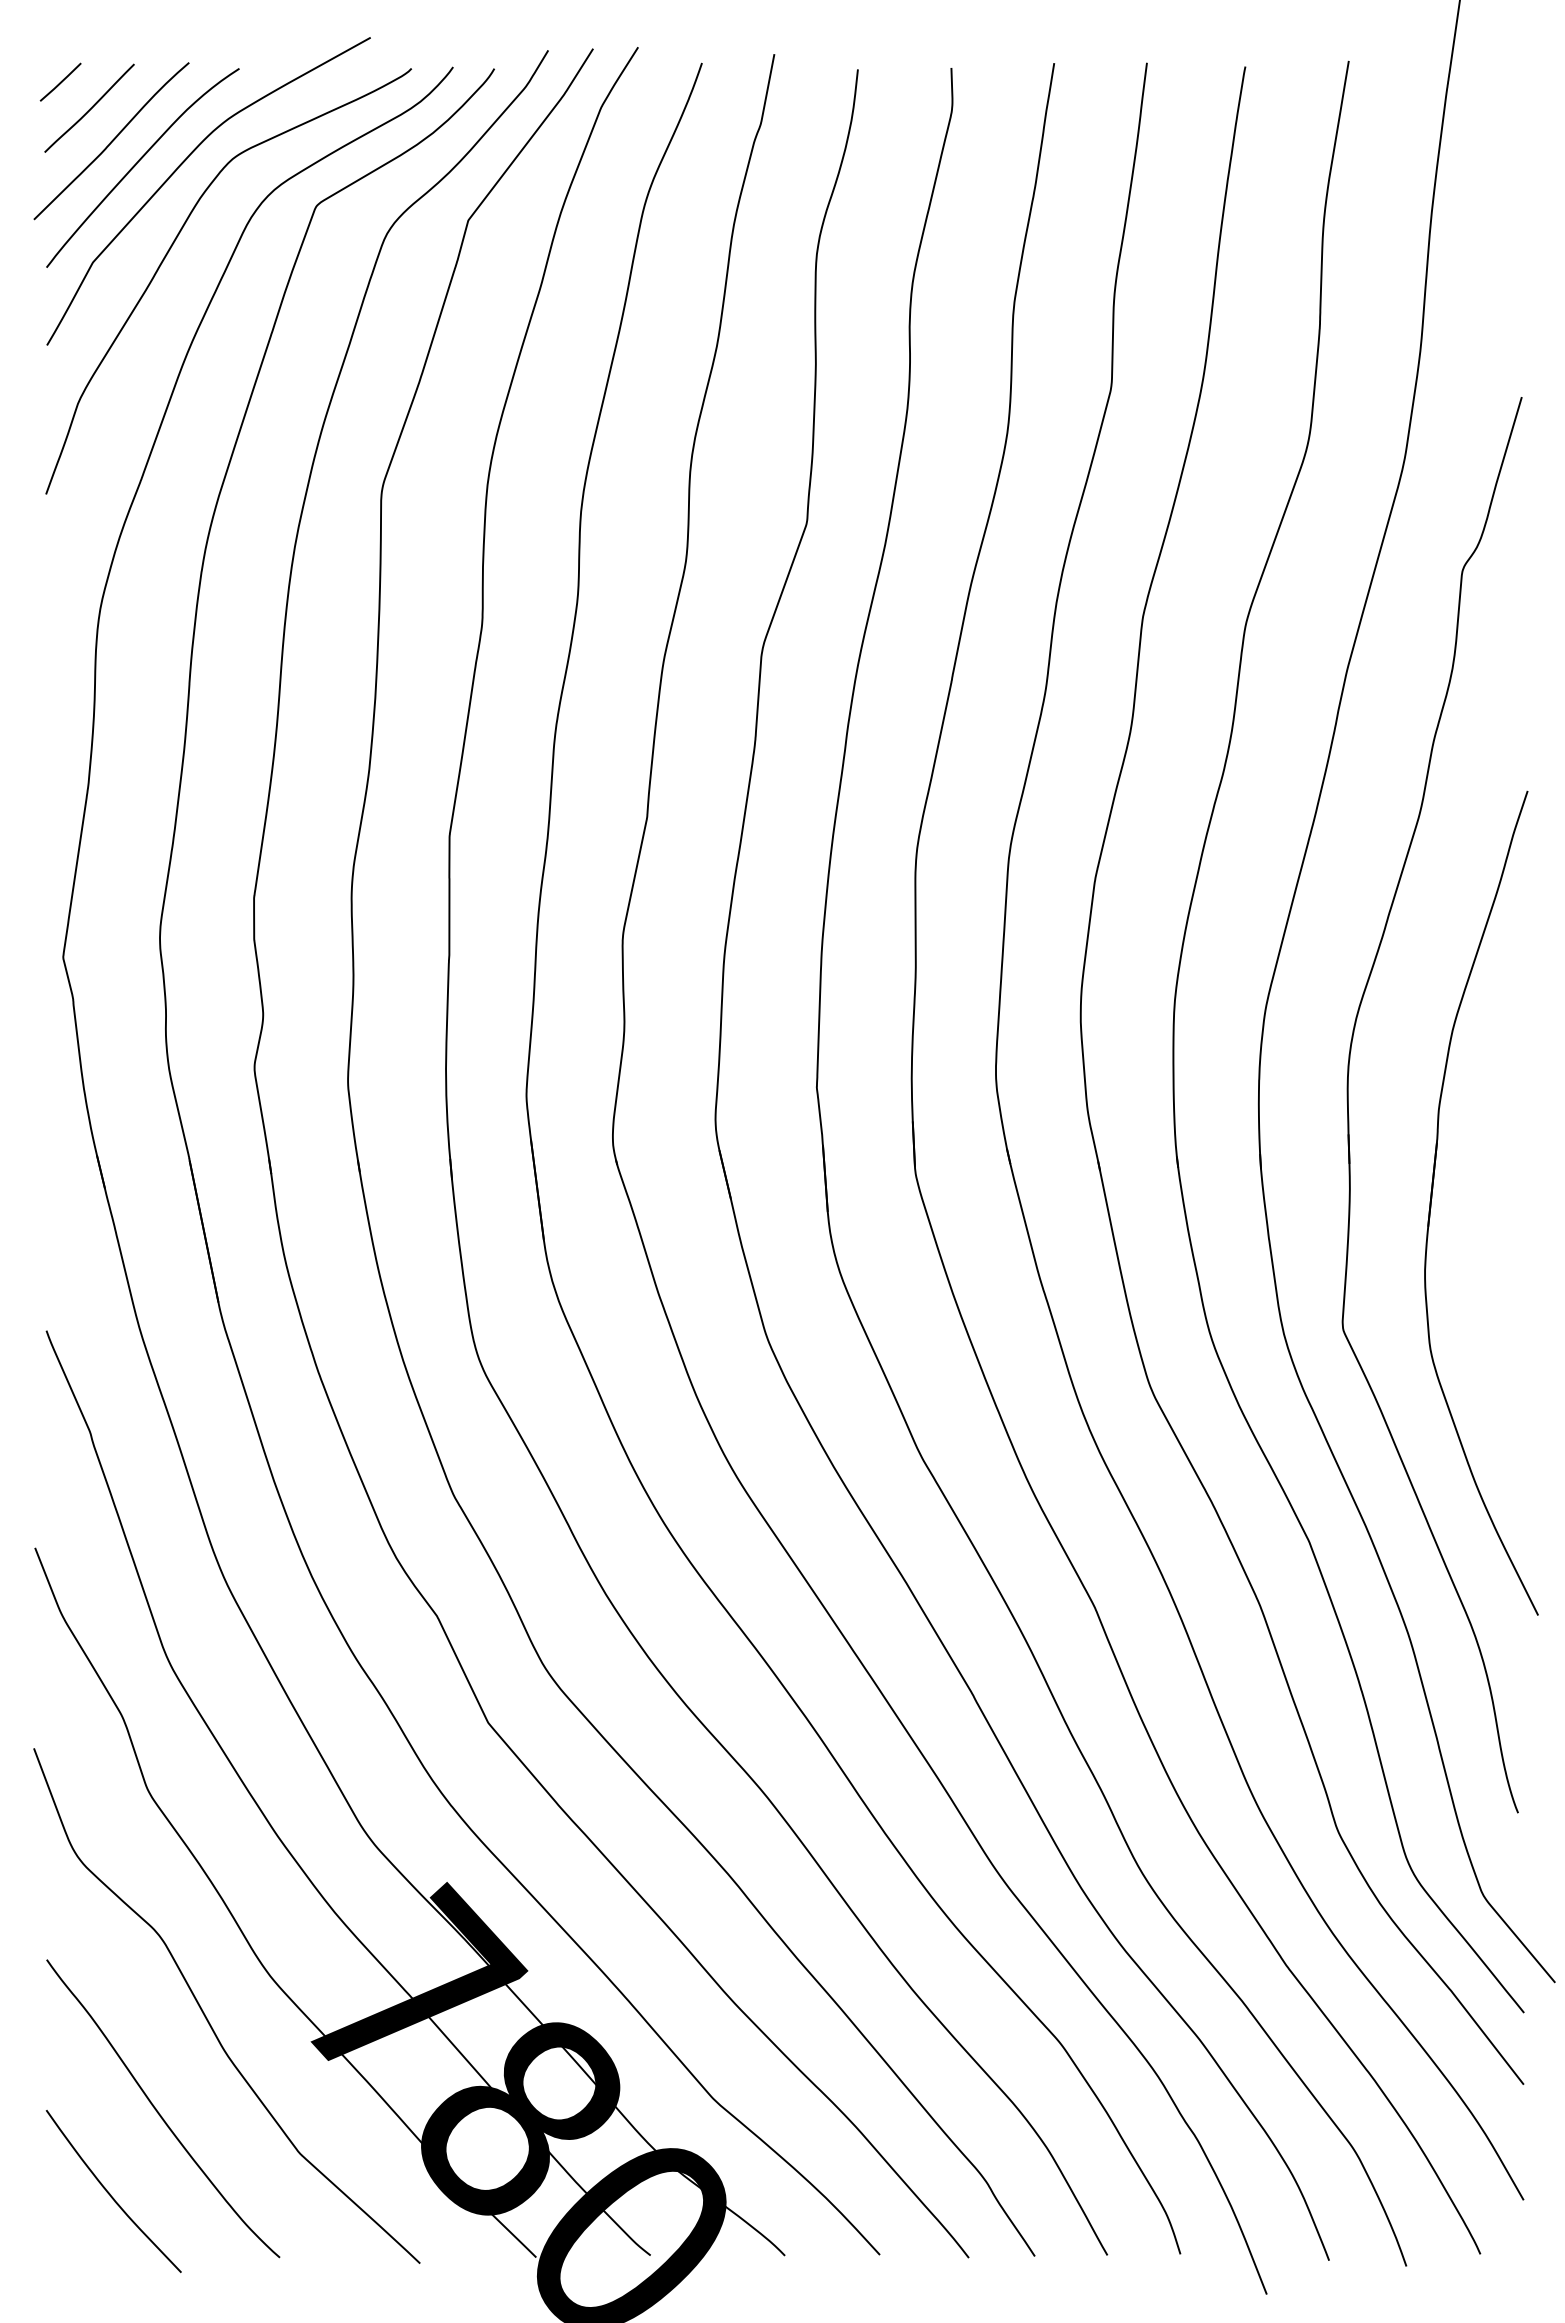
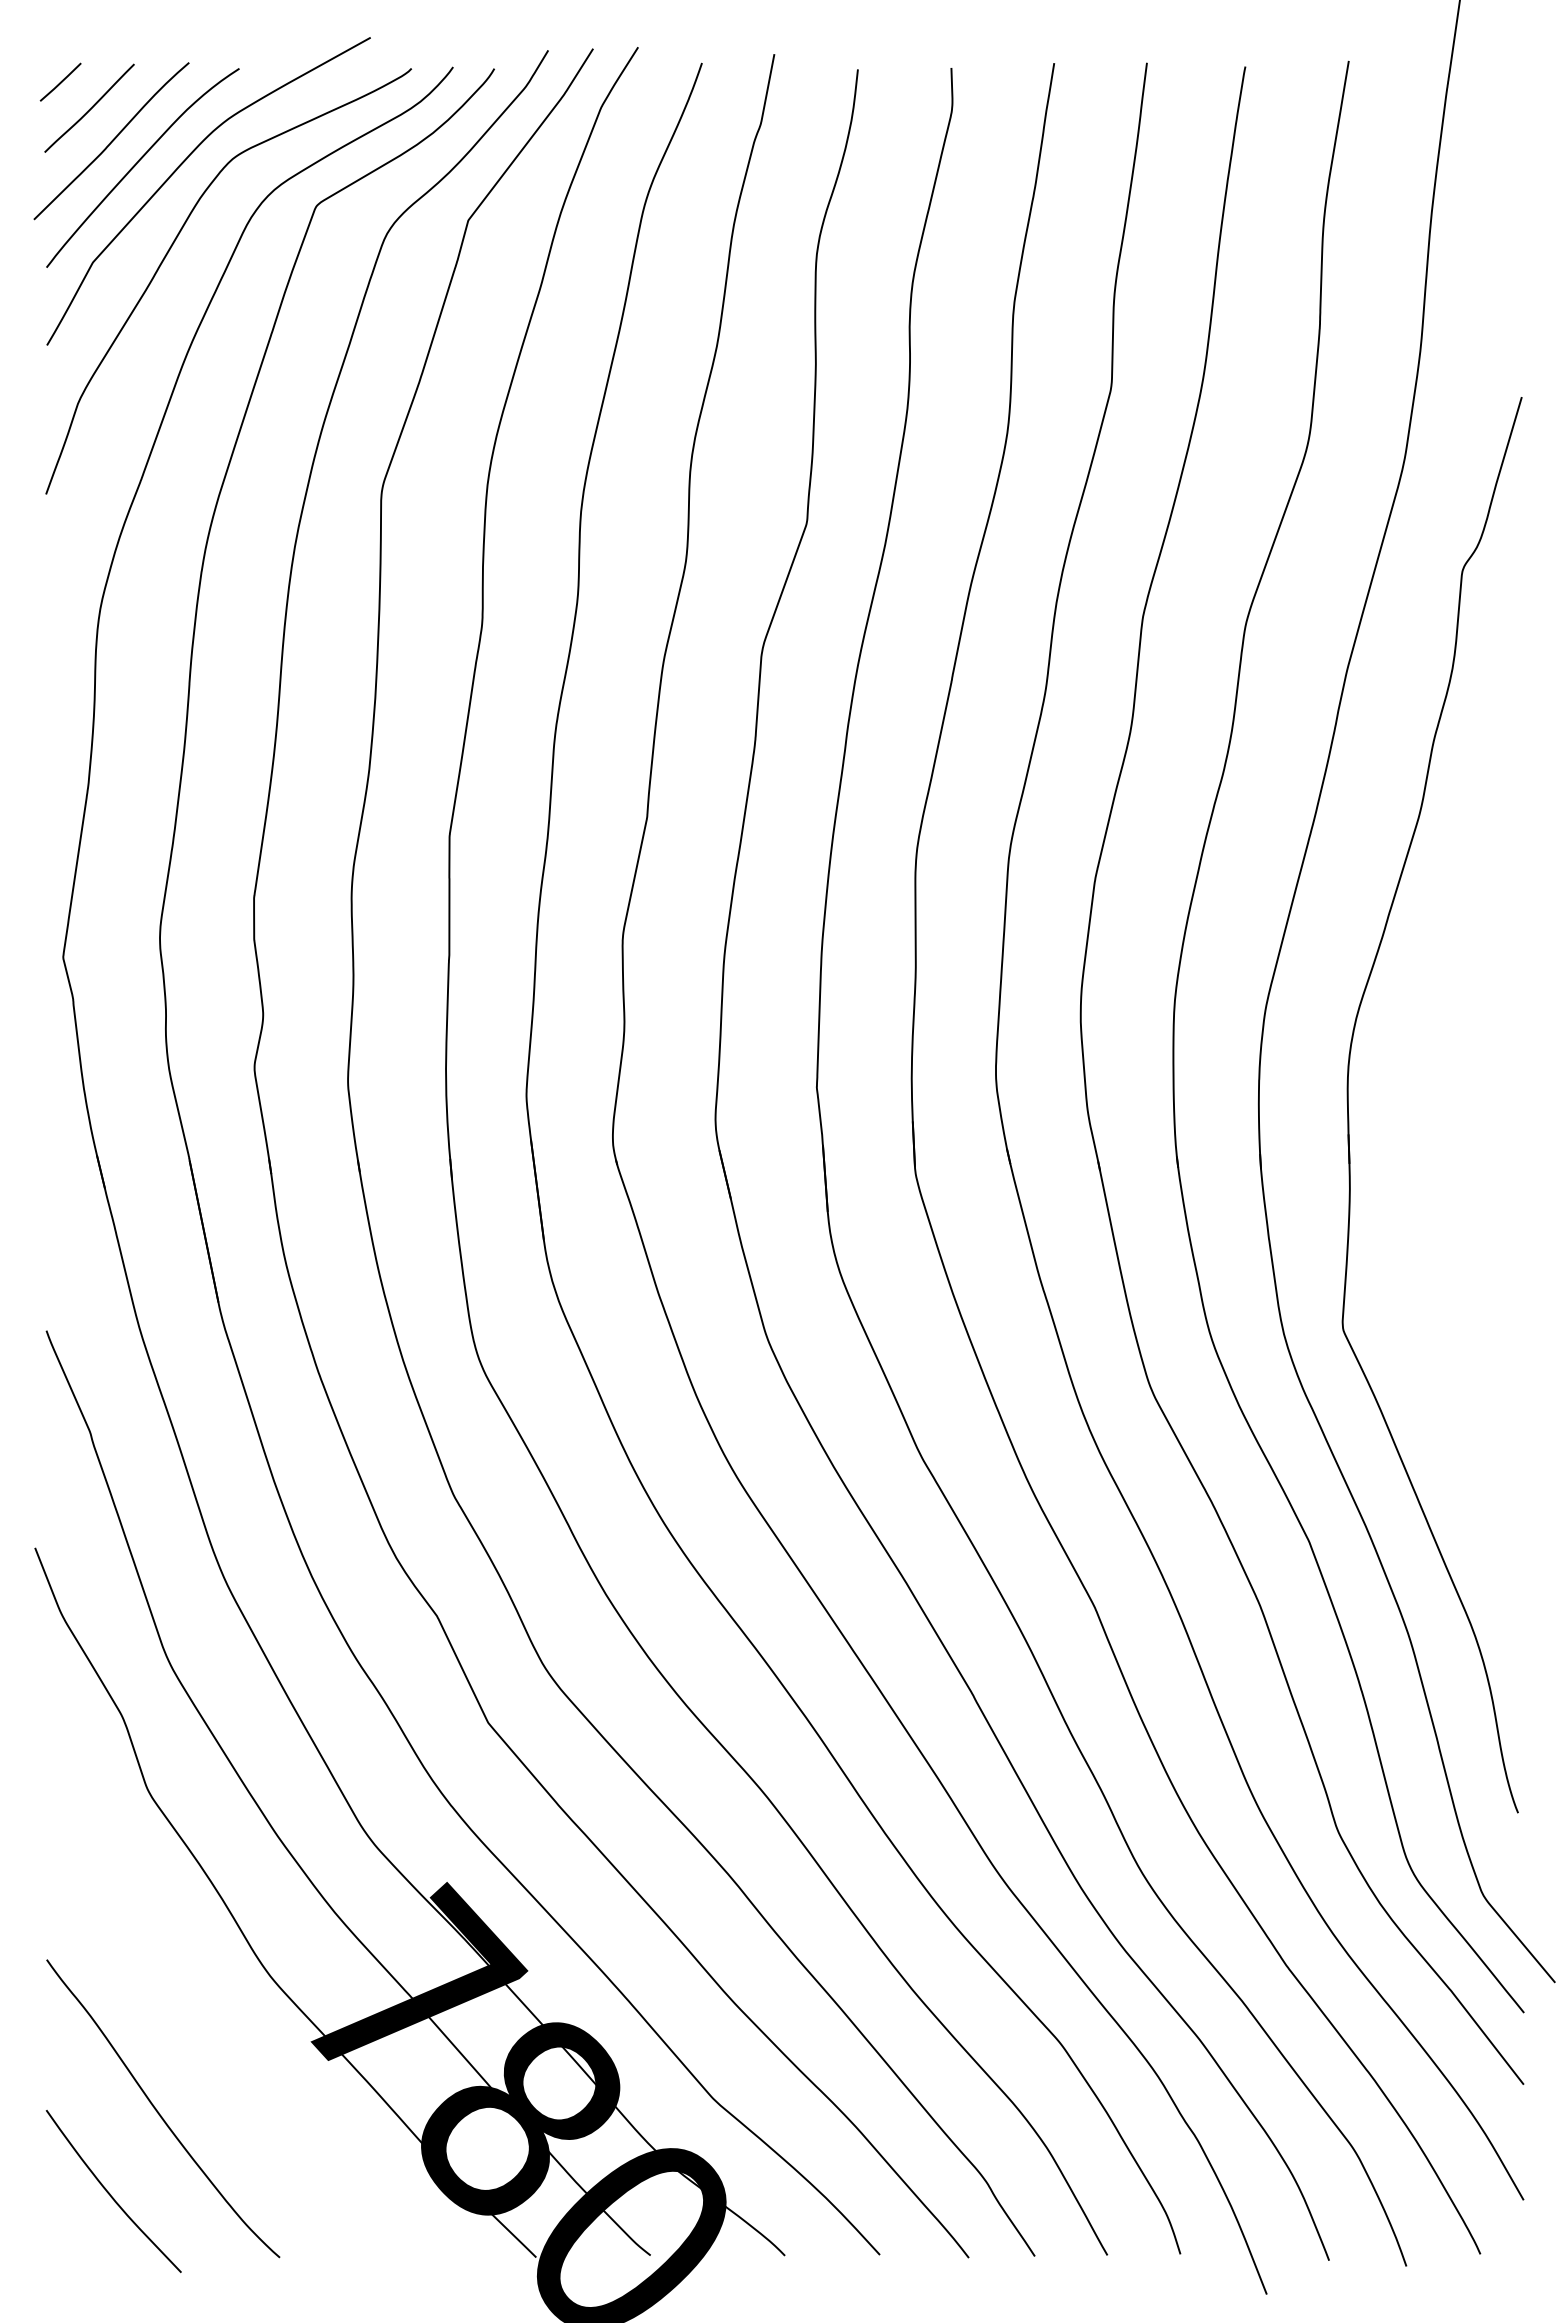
part at (1432, 1198): present -> none
curve at (208, 2019): present -> none
